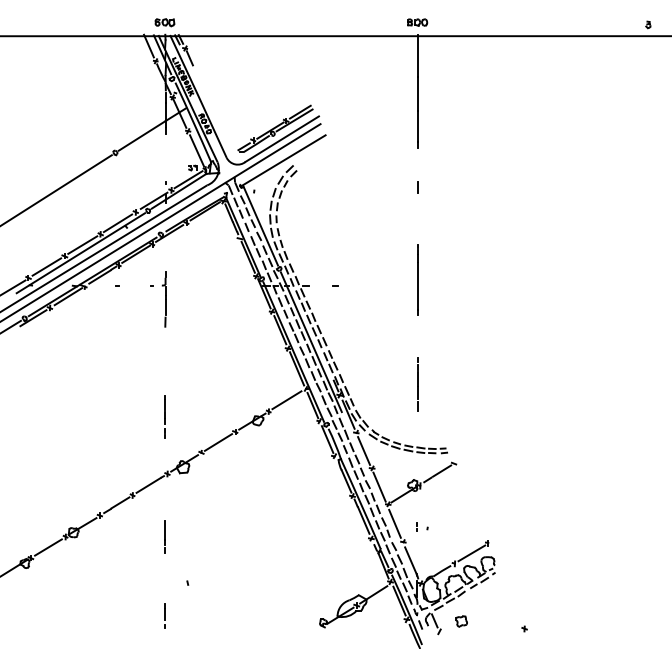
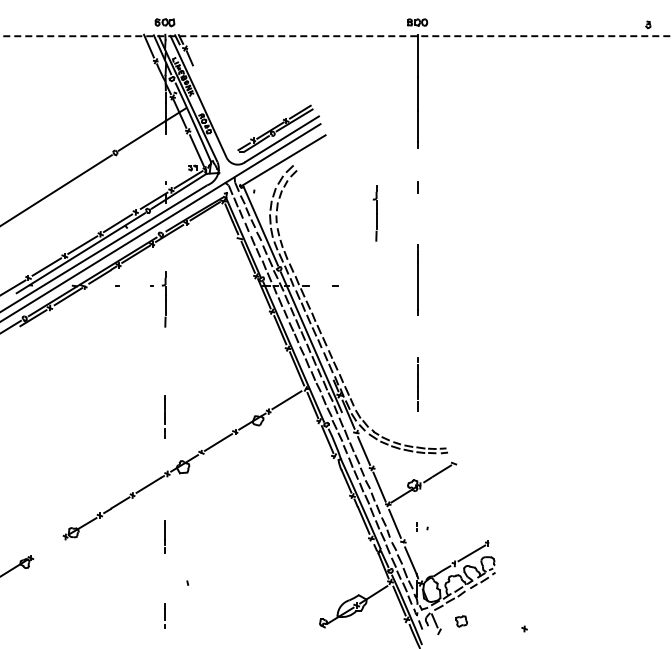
line at (336, 36): solid -> dashed
part at (374, 213): none -> present
line at (48, 547): present -> none
